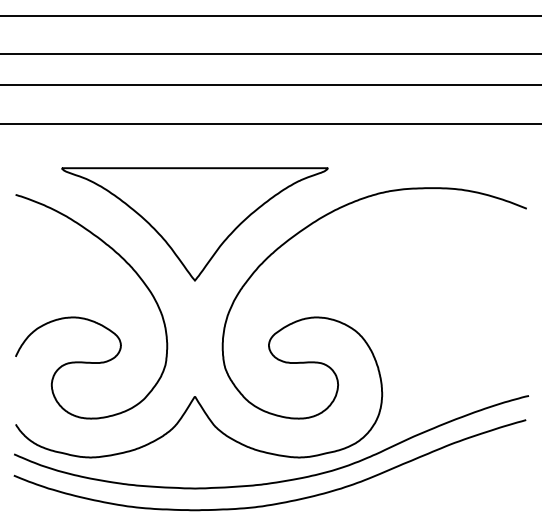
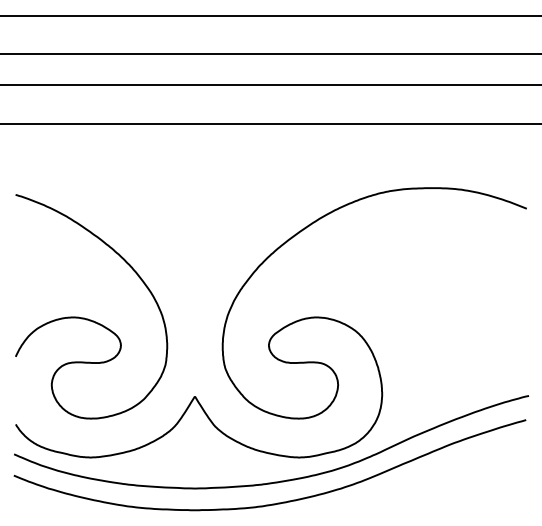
part at (194, 224): present -> none
